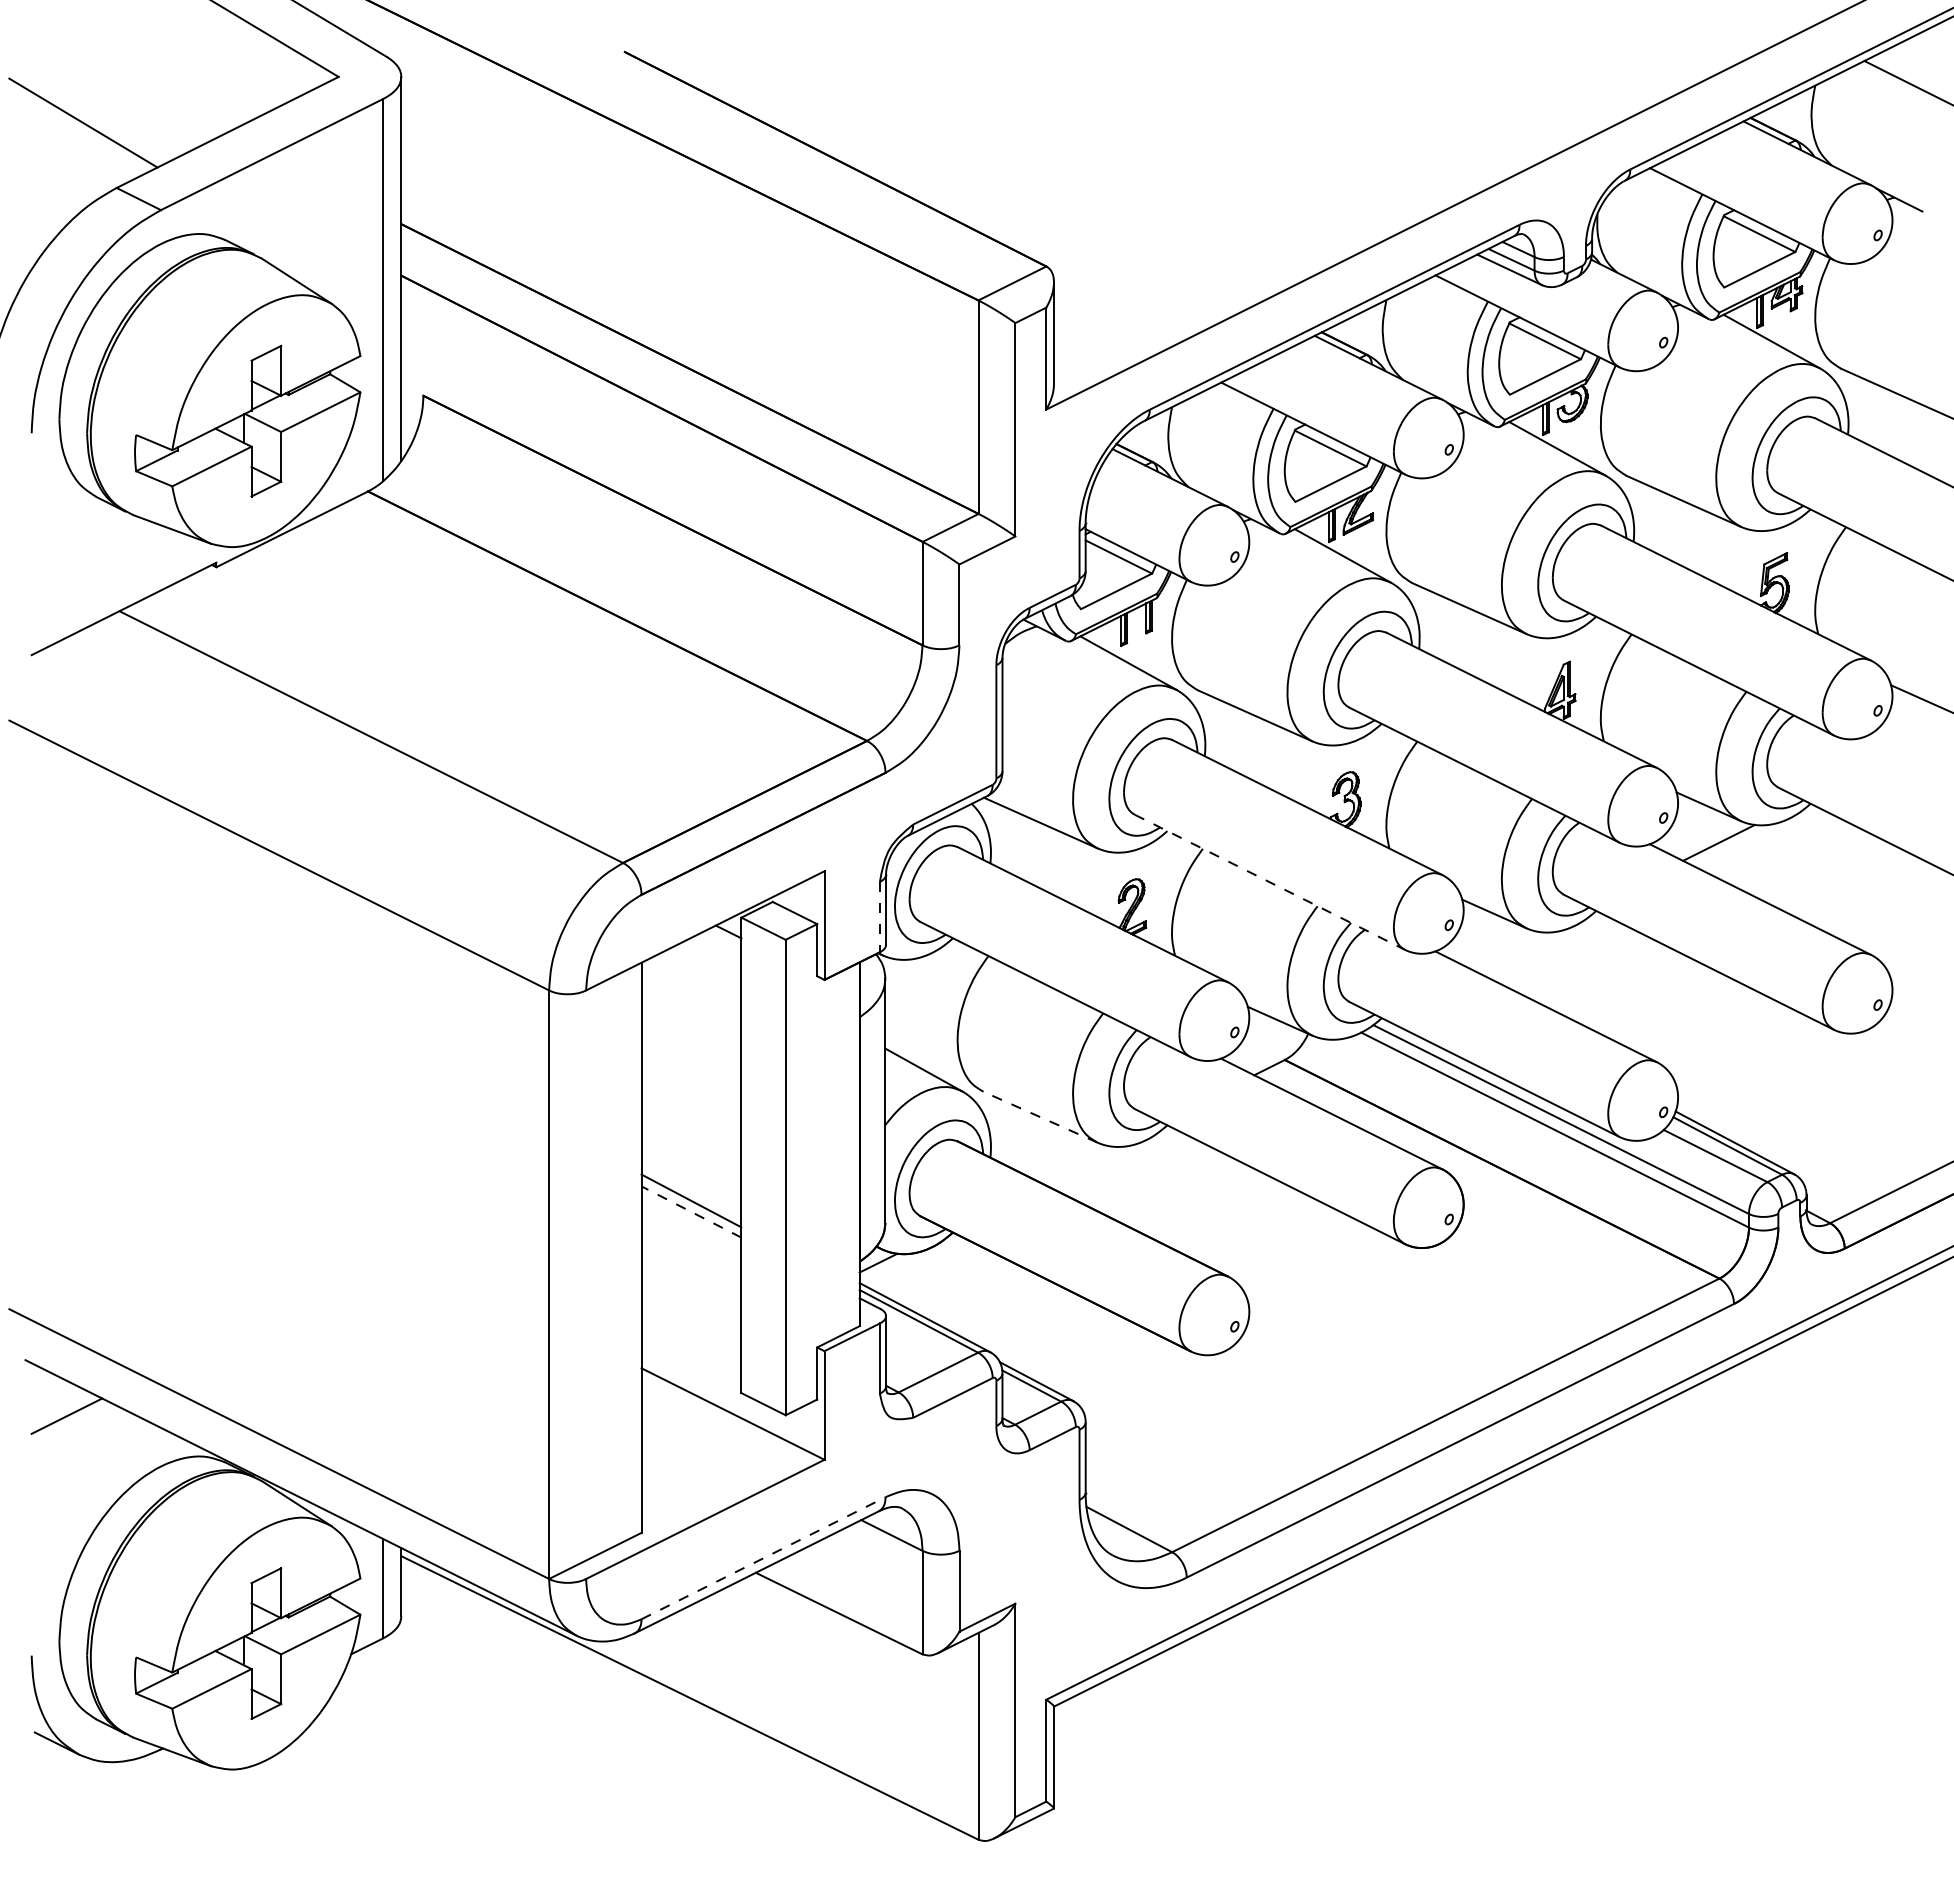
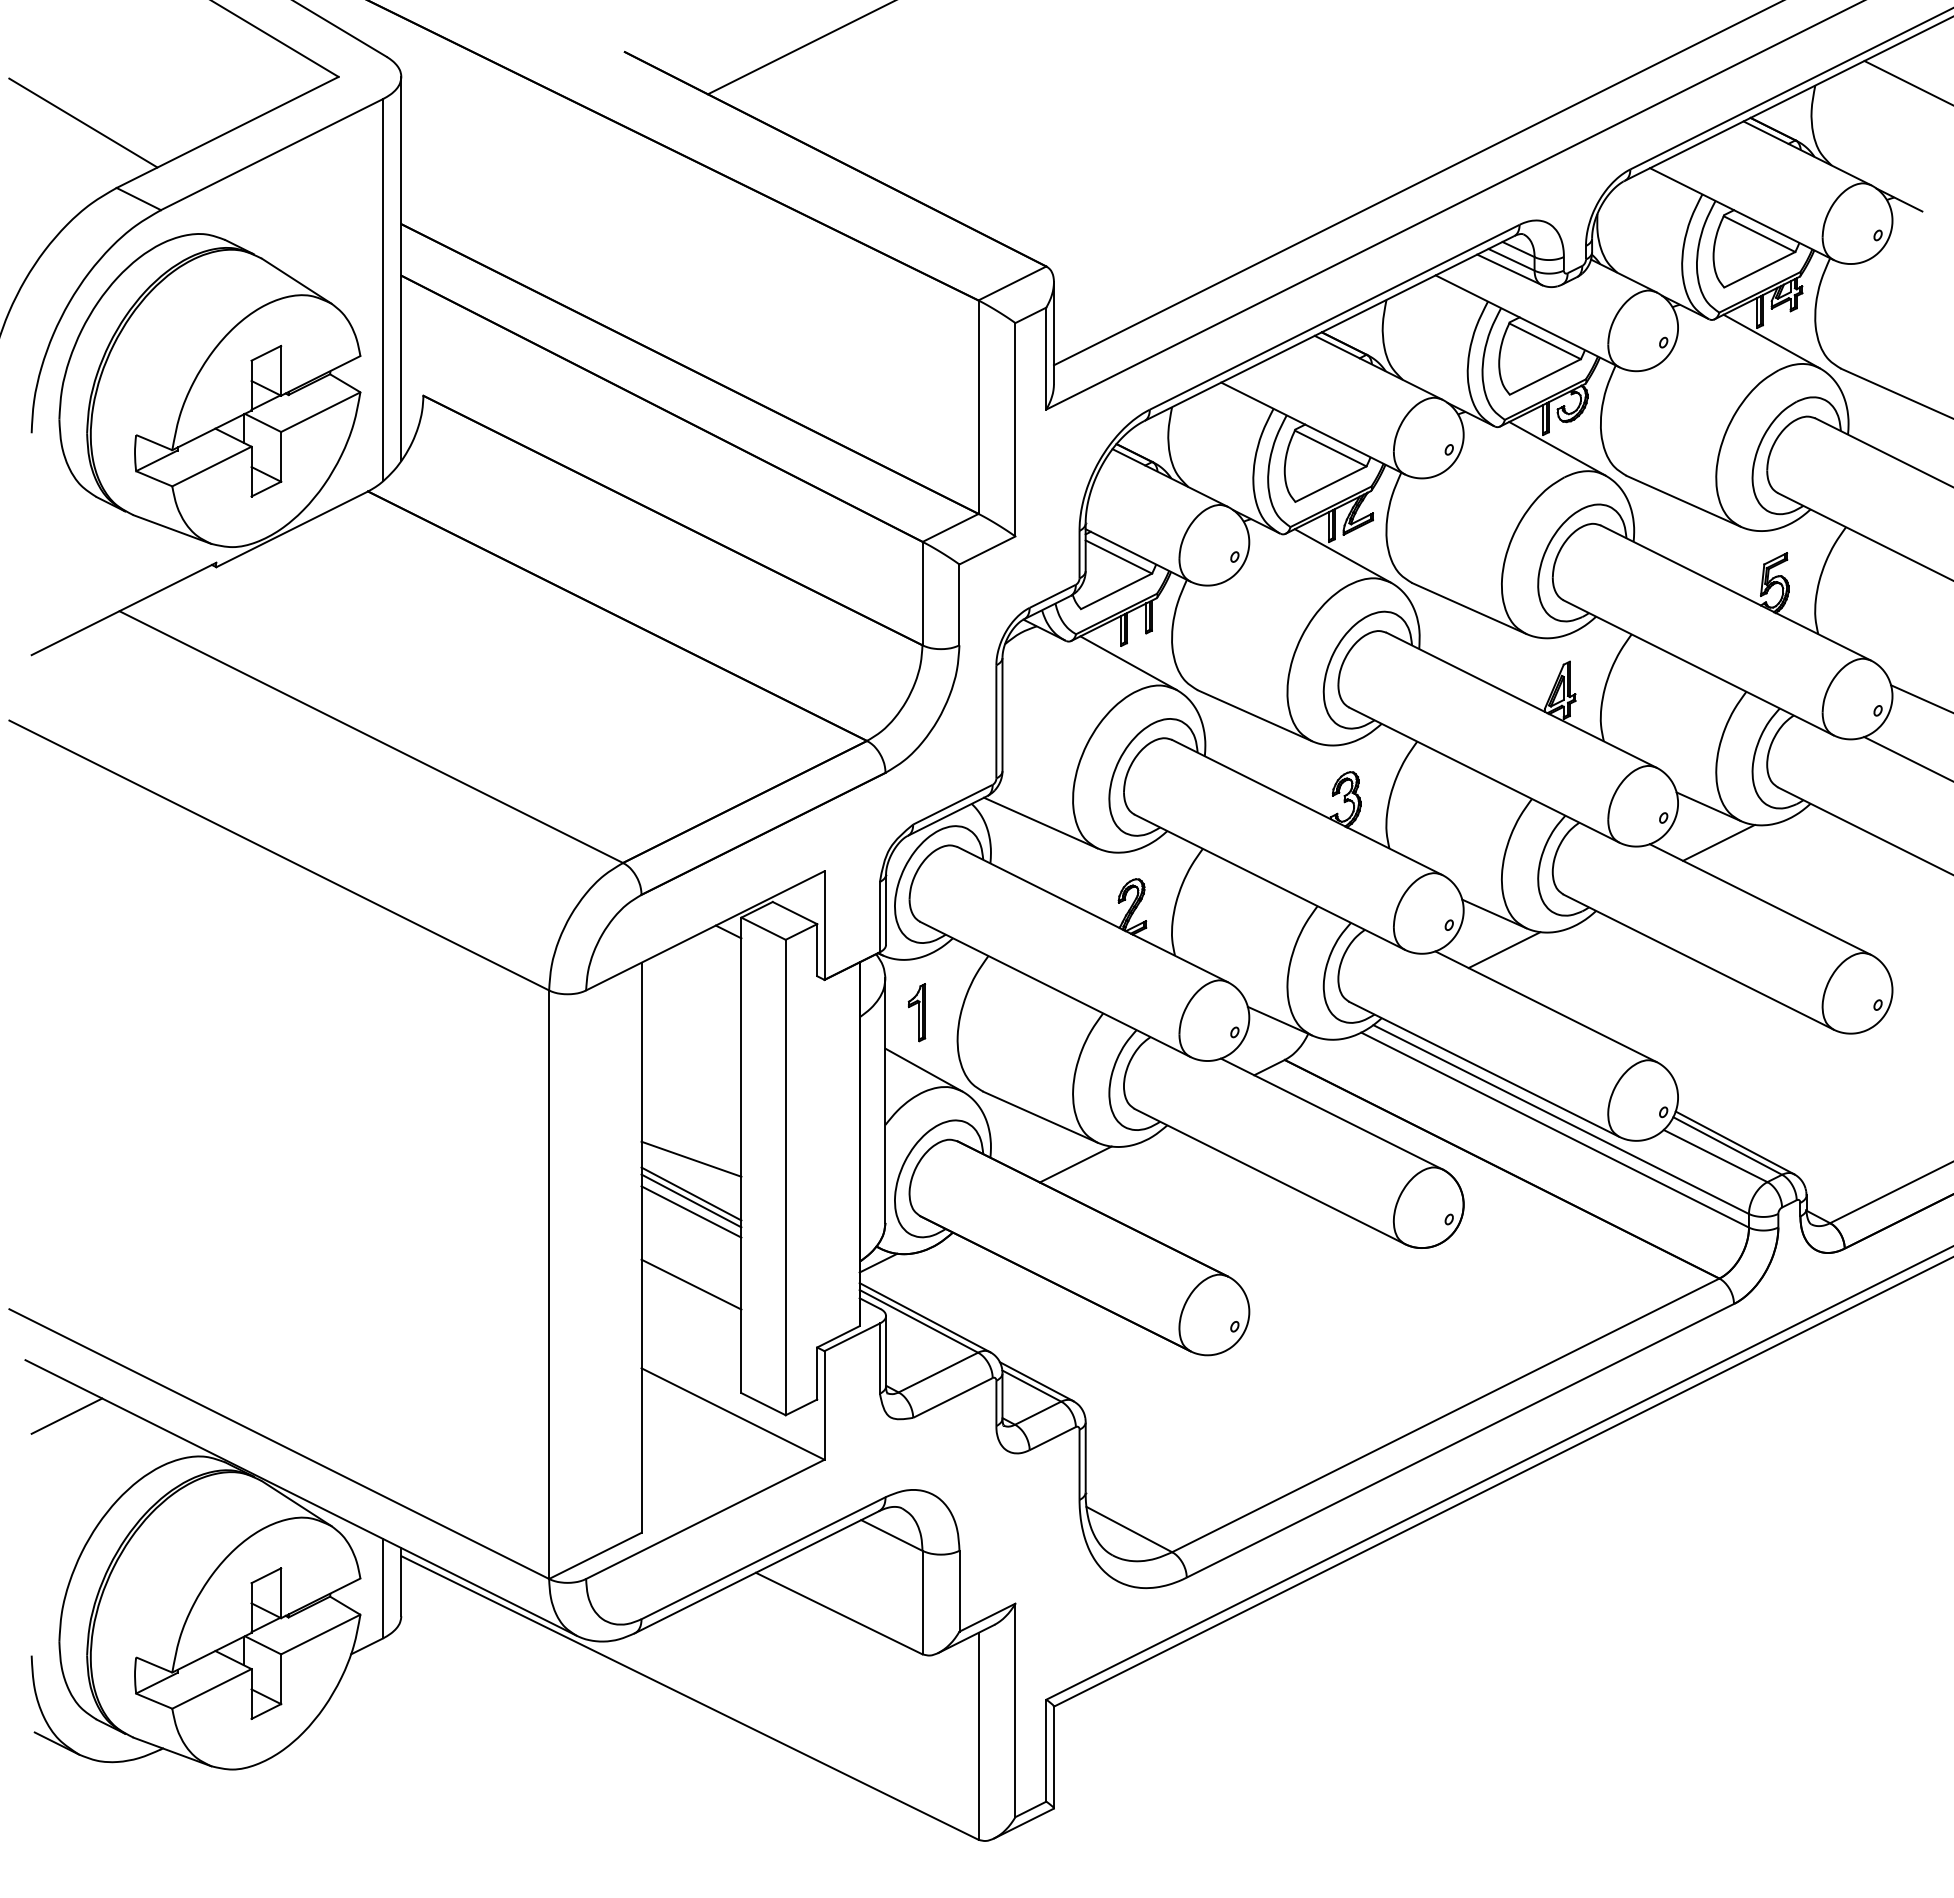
line at (799, 48): none -> present
line at (1416, 183): none -> present
line at (1907, 758): none -> present
line at (1269, 882): dashed -> solid
line at (879, 917): dashed -> solid
line at (1504, 950): none -> present
part at (916, 1012): none -> present
line at (1040, 1117): dashed -> solid
line at (691, 1158): none -> present
line at (1075, 1164): none -> present
line at (691, 1193): none -> present
line at (691, 1211): dashed -> solid
line at (691, 1284): none -> present
line at (764, 1558): dashed -> solid
